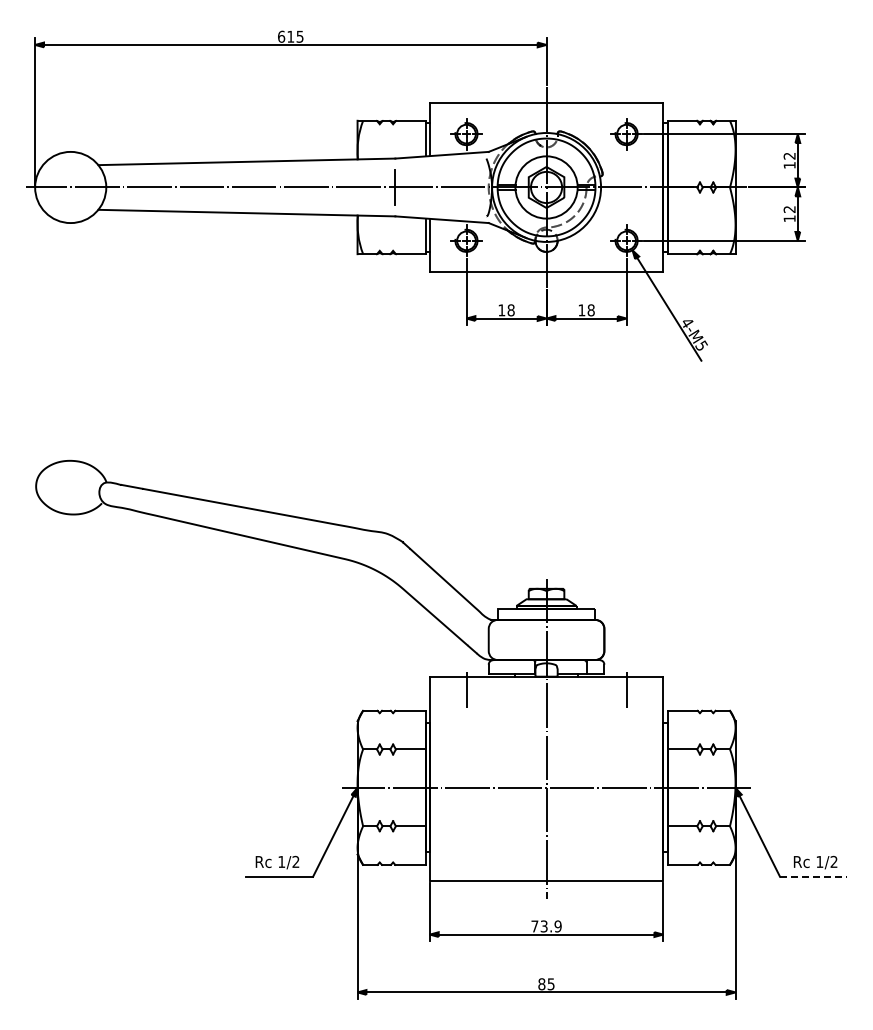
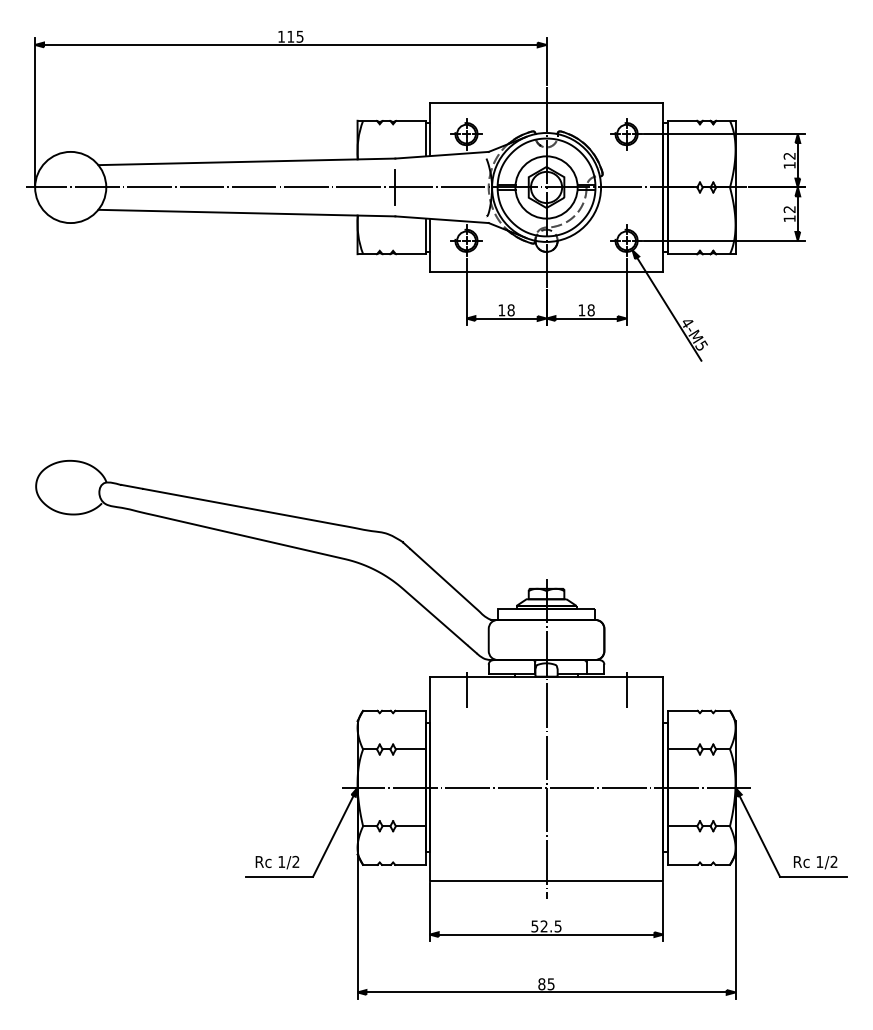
text at (281, 36): 615 -> 115
line at (813, 876): dashed -> solid
text at (546, 926): 73.9 -> 52.5
